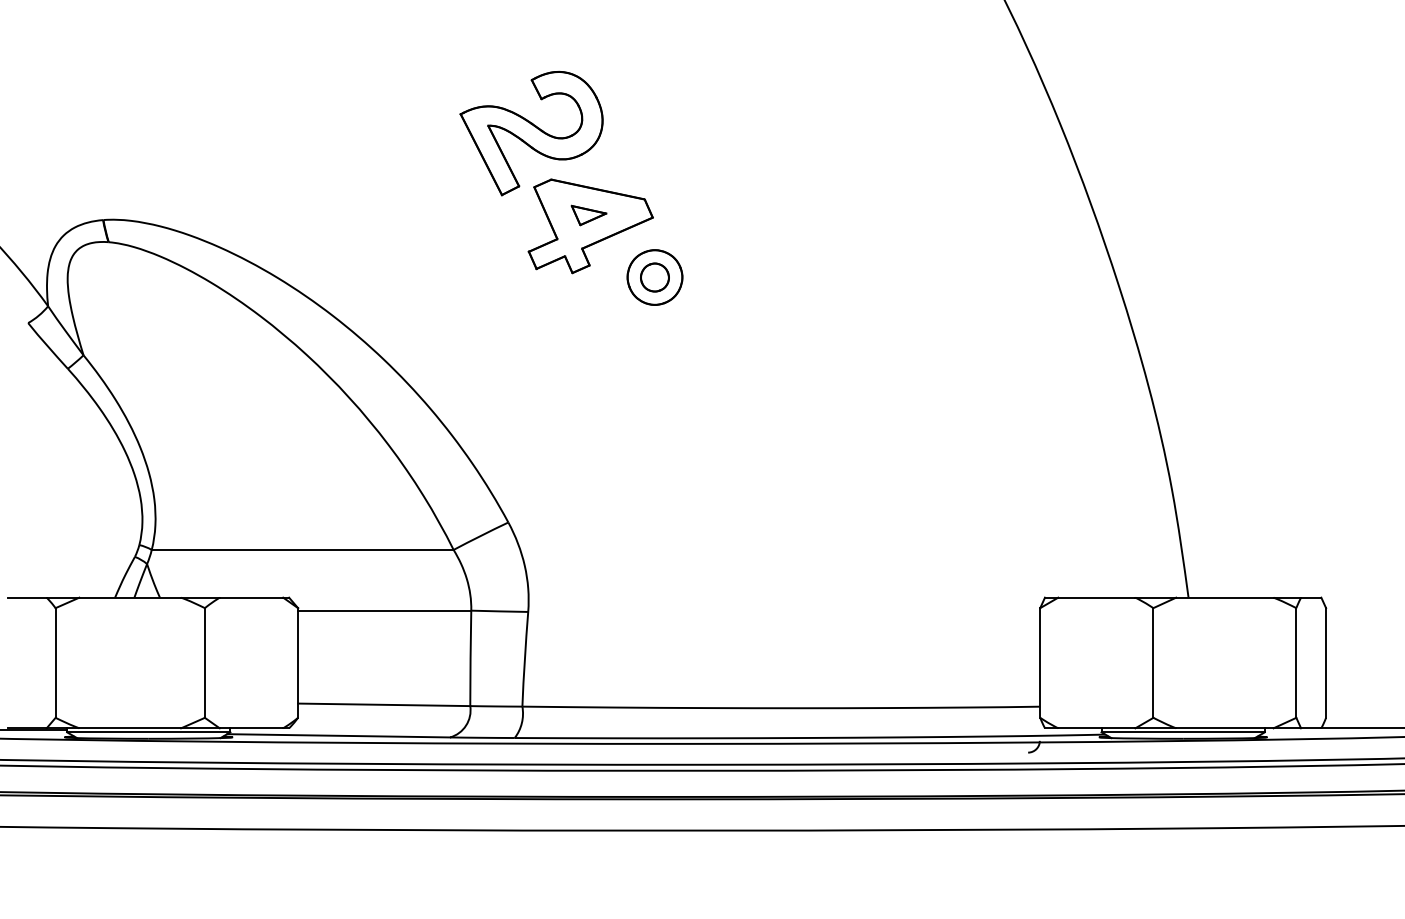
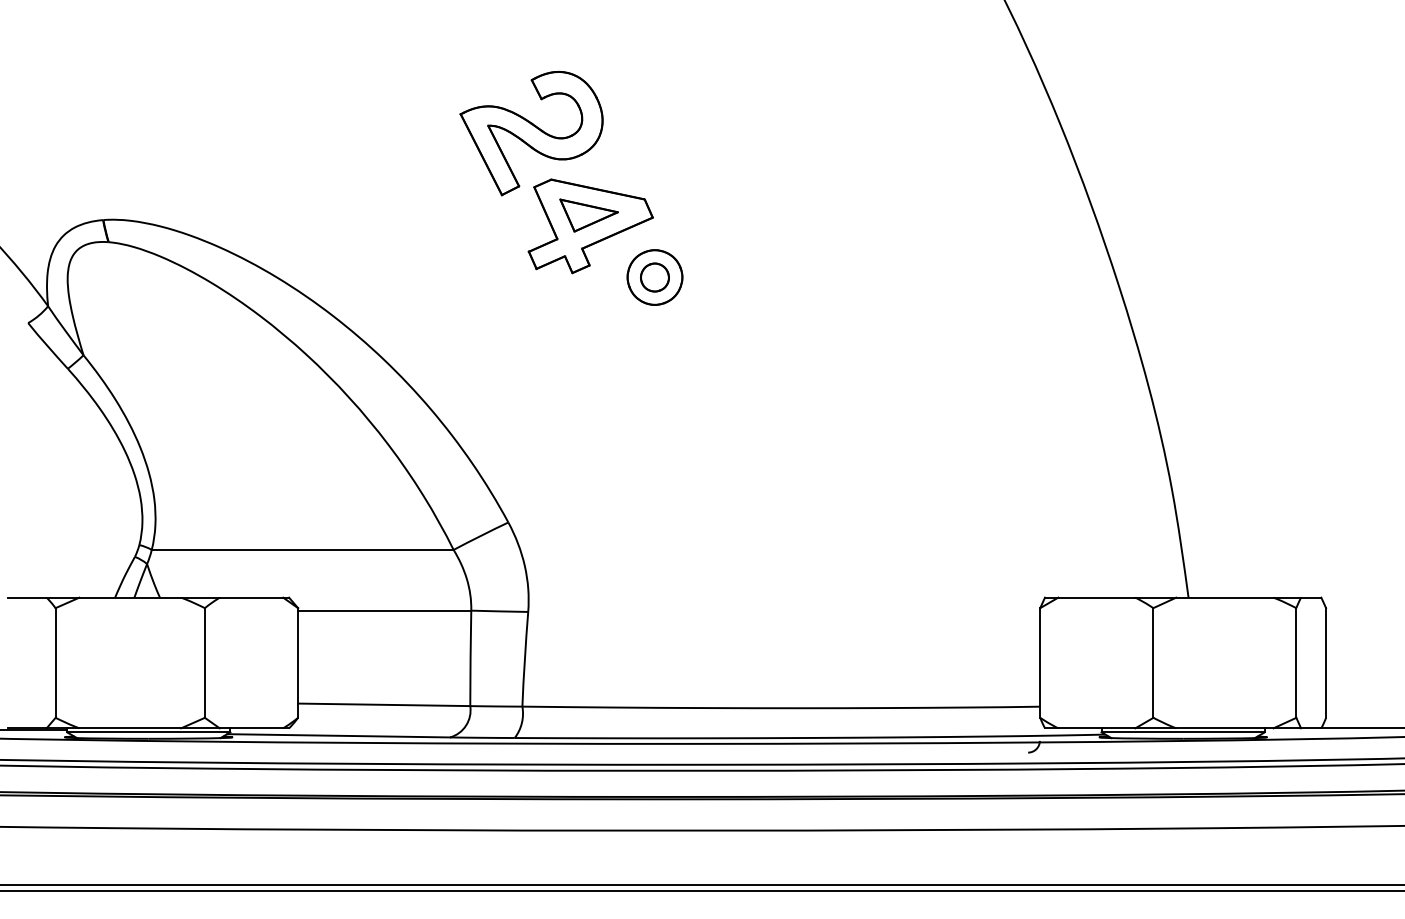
part at (588, 215) size: 38x23 px -> 60x35 px
line at (701, 885): none -> present
line at (701, 891): none -> present
